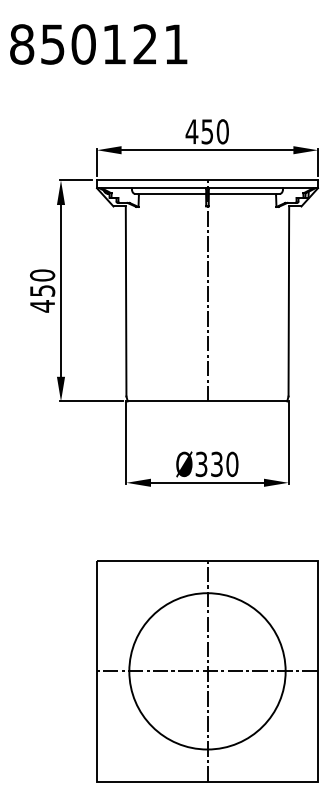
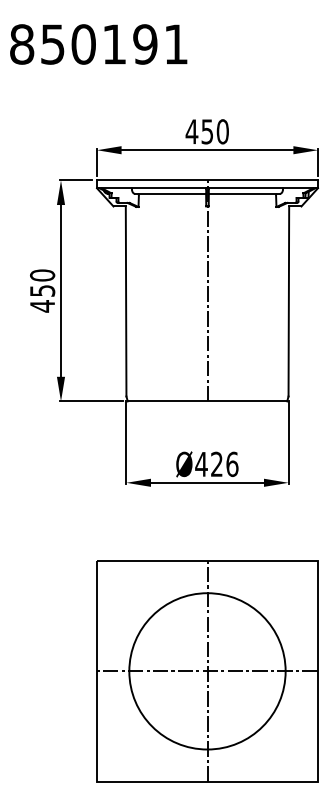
text at (145, 44): 850121 -> 850191
text at (216, 464): Ø330 -> Ø426
